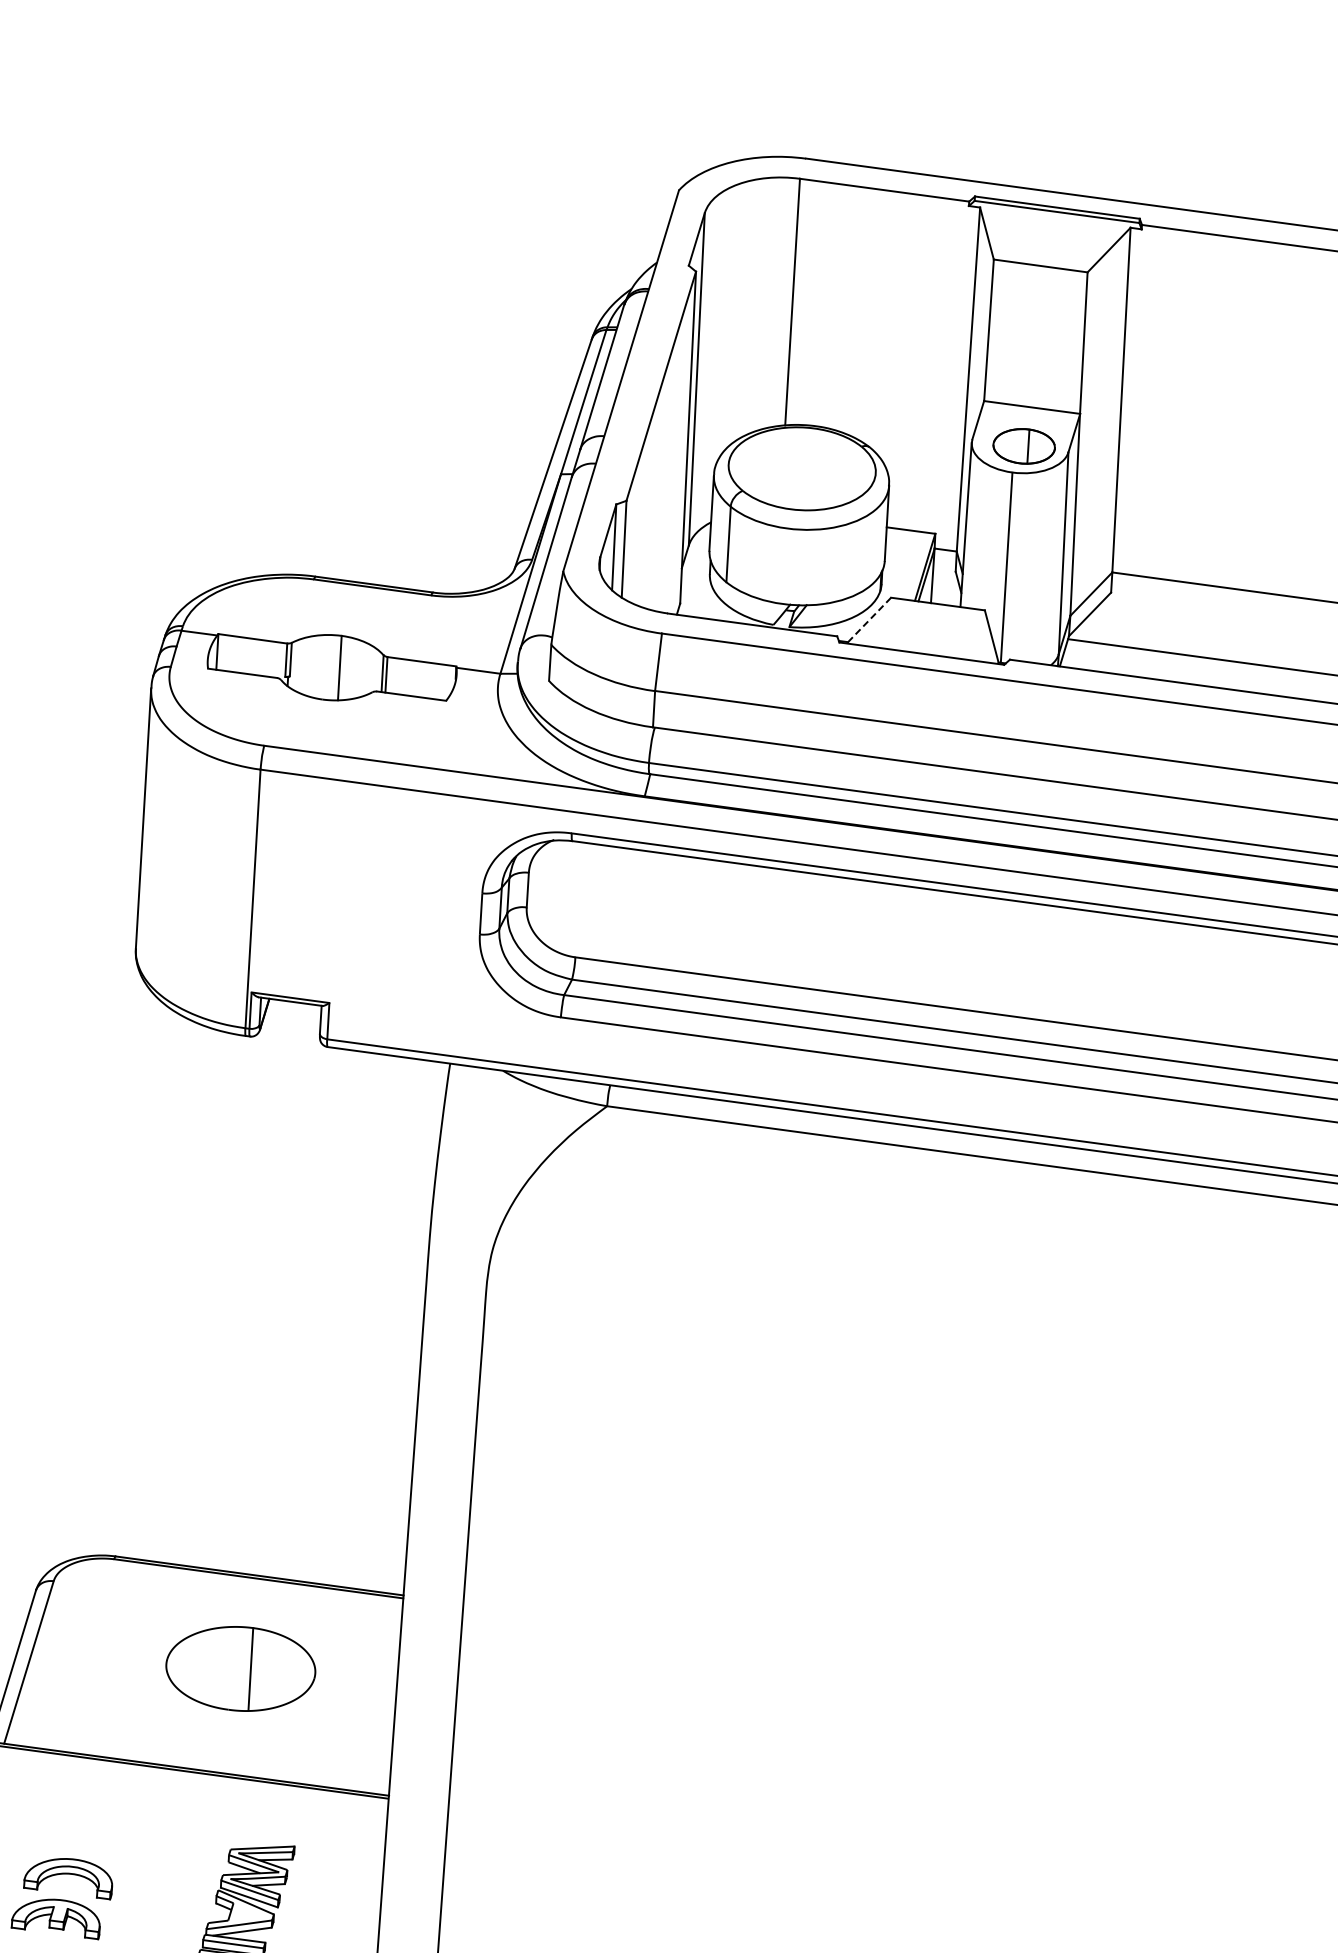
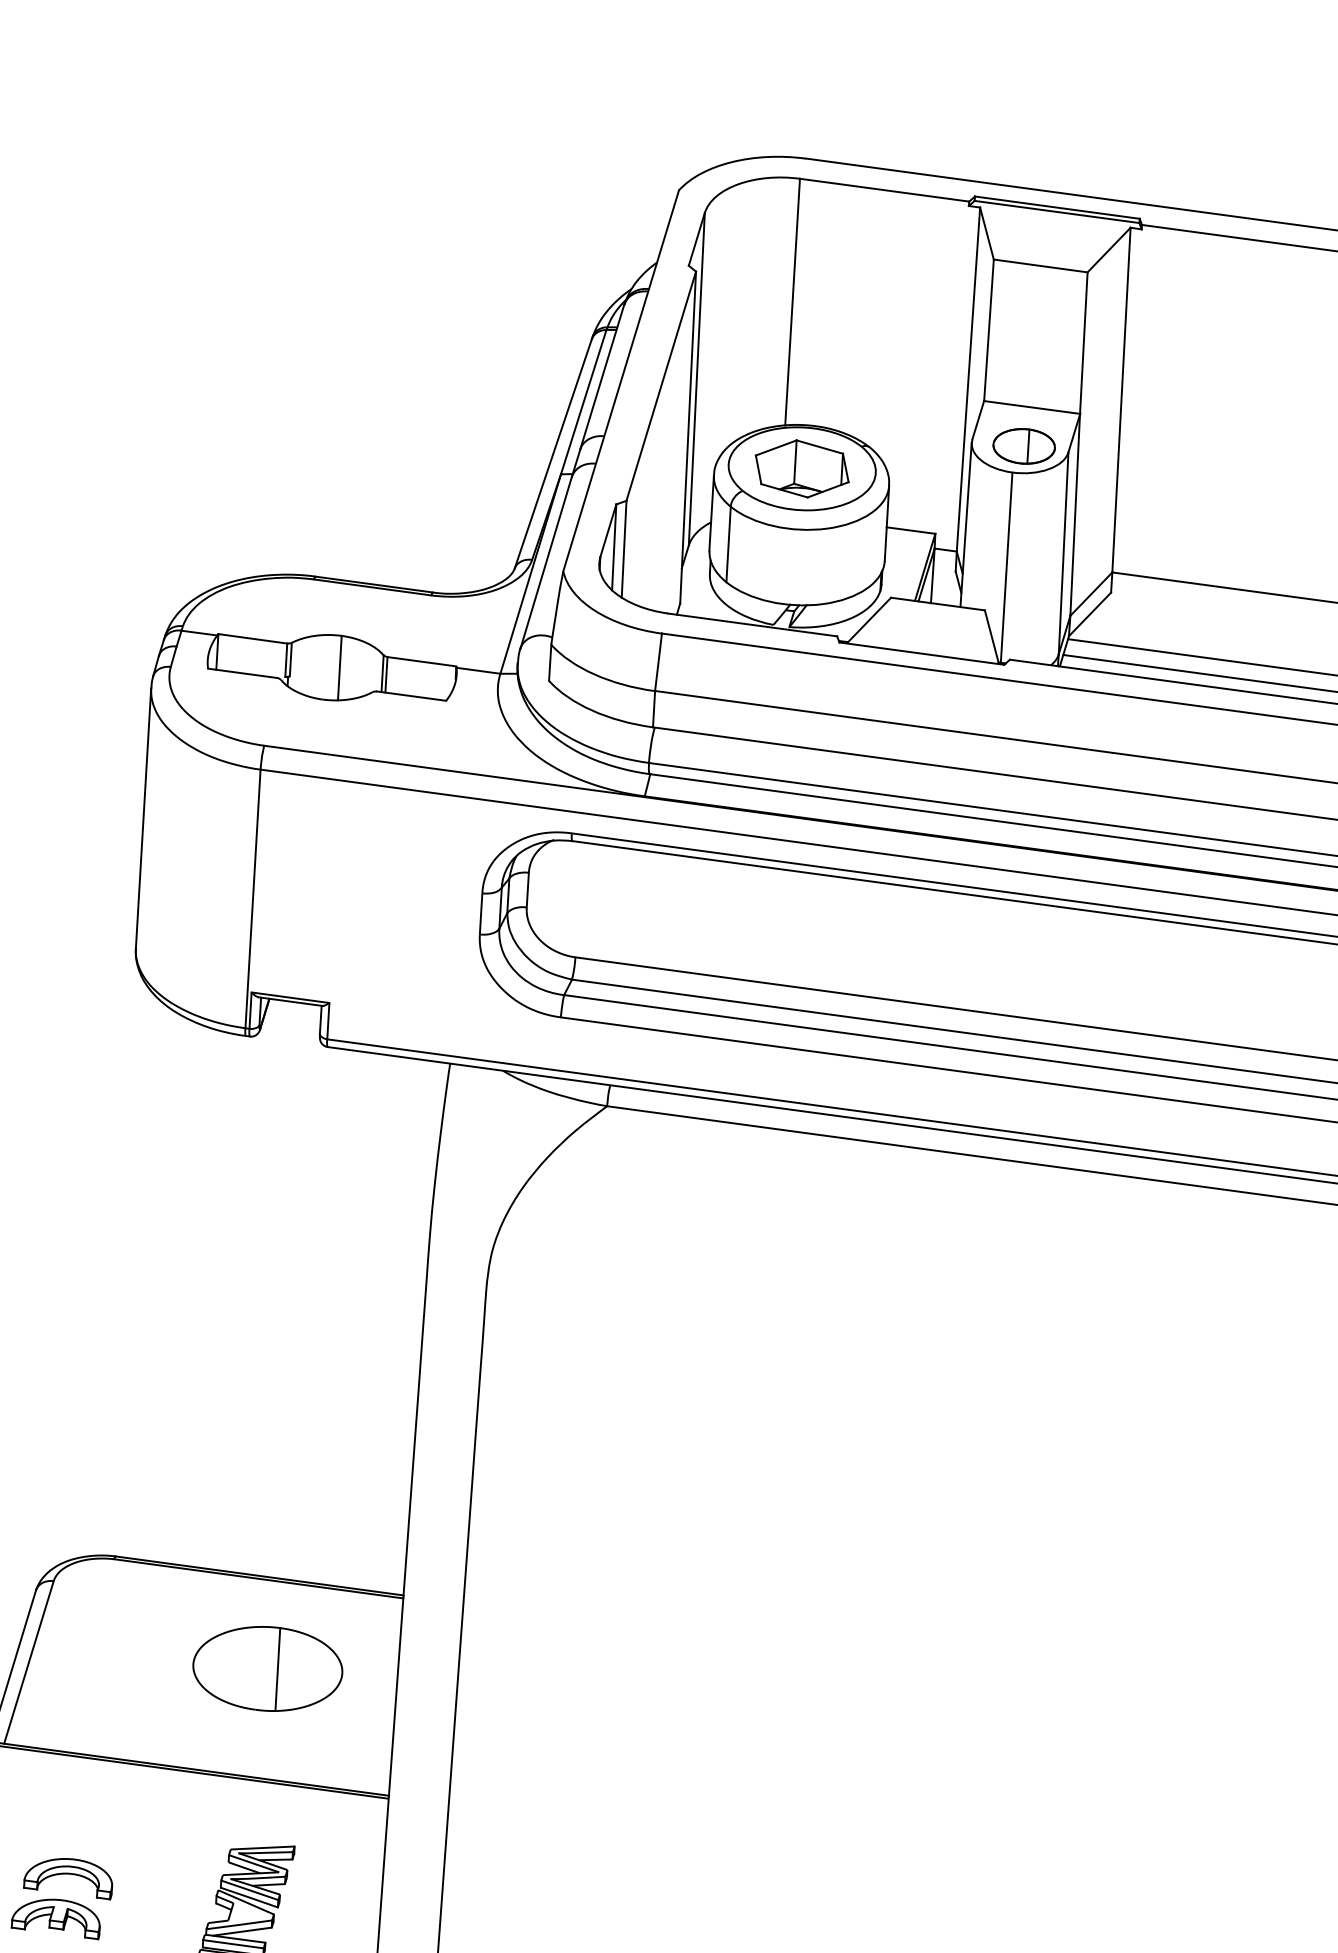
part at (801, 468): none -> present
line at (869, 619): dashed -> solid
line at (1198, 672): none -> present
part at (240, 1668) position: (240, 1668) -> (267, 1668)
